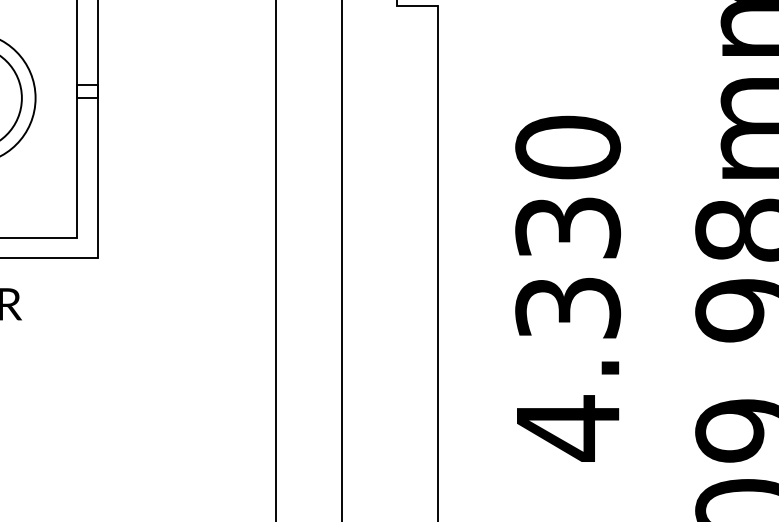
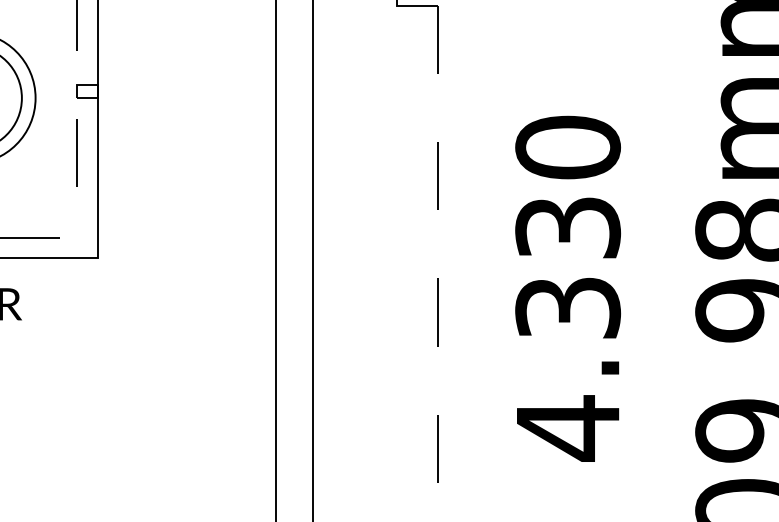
line at (77, 157): solid -> dashed
line at (342, 260) position: (342, 260) -> (313, 260)
line at (437, 263): solid -> dashed
